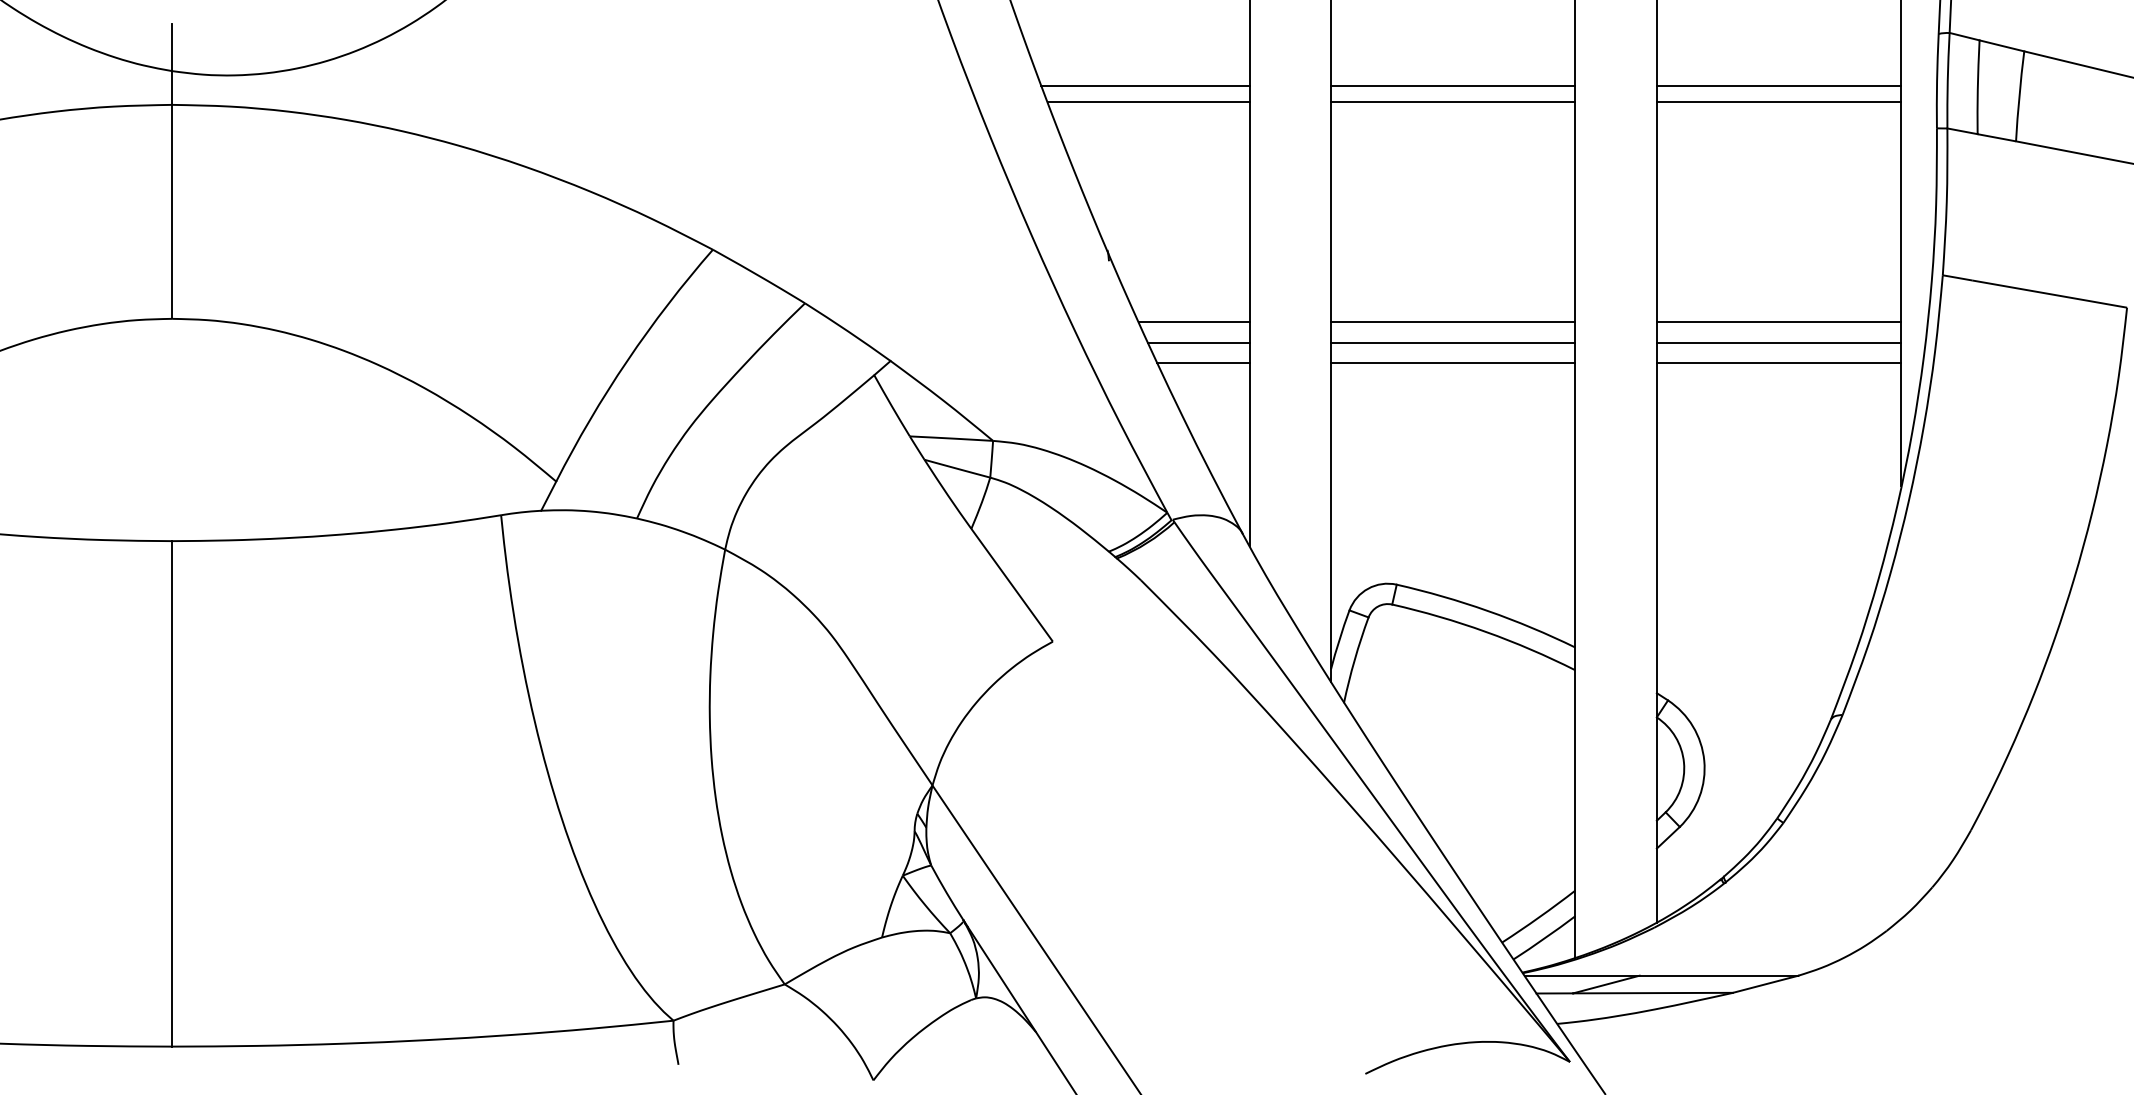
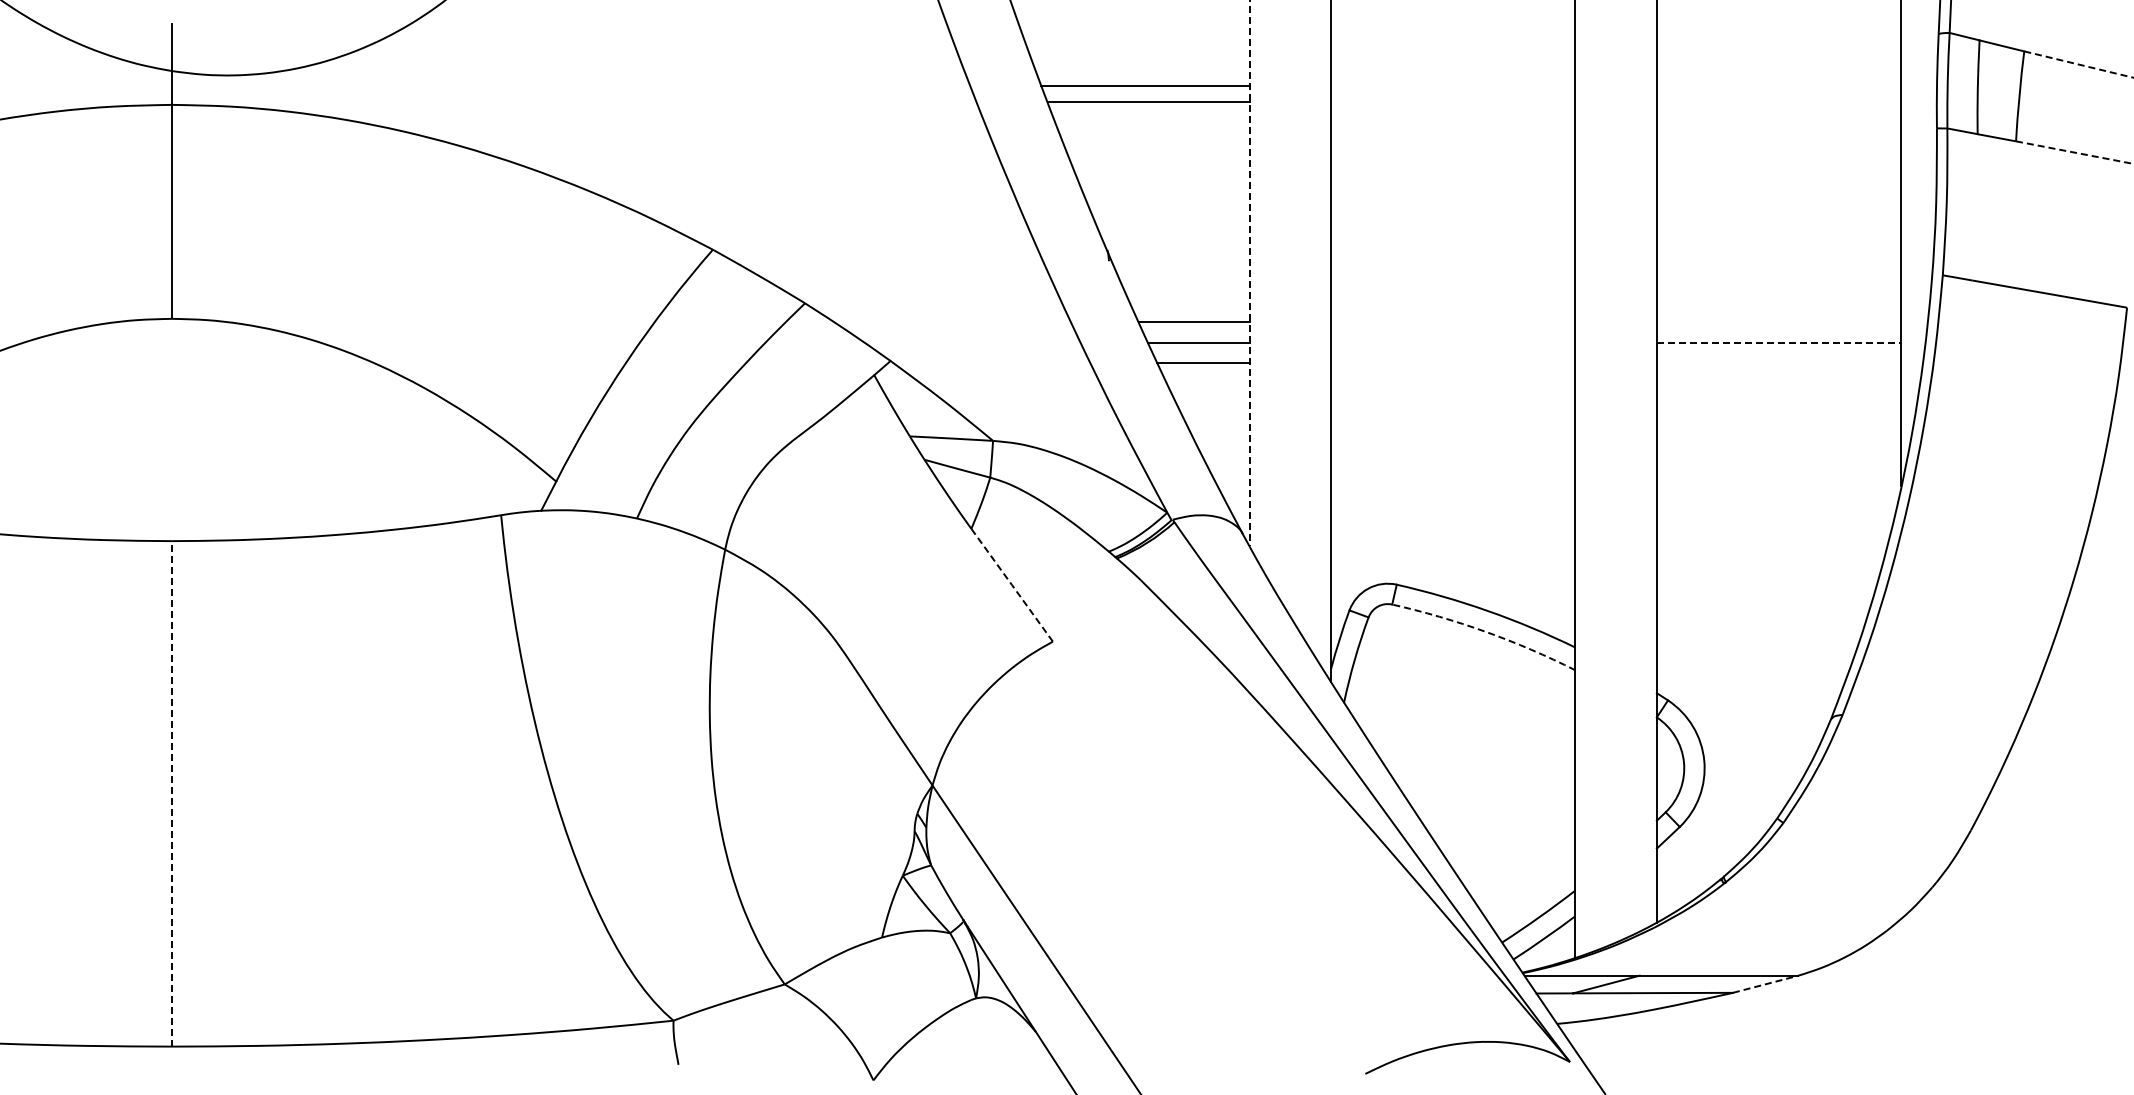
line at (2079, 64): solid -> dashed
line at (1453, 86): present -> none
line at (1778, 86): present -> none
line at (1453, 102): present -> none
line at (1778, 102): present -> none
line at (2075, 152): solid -> dashed
line at (1249, 273): solid -> dashed
line at (1453, 322): present -> none
line at (1778, 322): present -> none
line at (1453, 342): present -> none
line at (1779, 342): solid -> dashed
line at (1453, 363): present -> none
line at (1778, 363): present -> none
line at (1012, 585): solid -> dashed
arc at (1485, 631): solid -> dashed
line at (172, 793): solid -> dashed
line at (1765, 984): solid -> dashed
